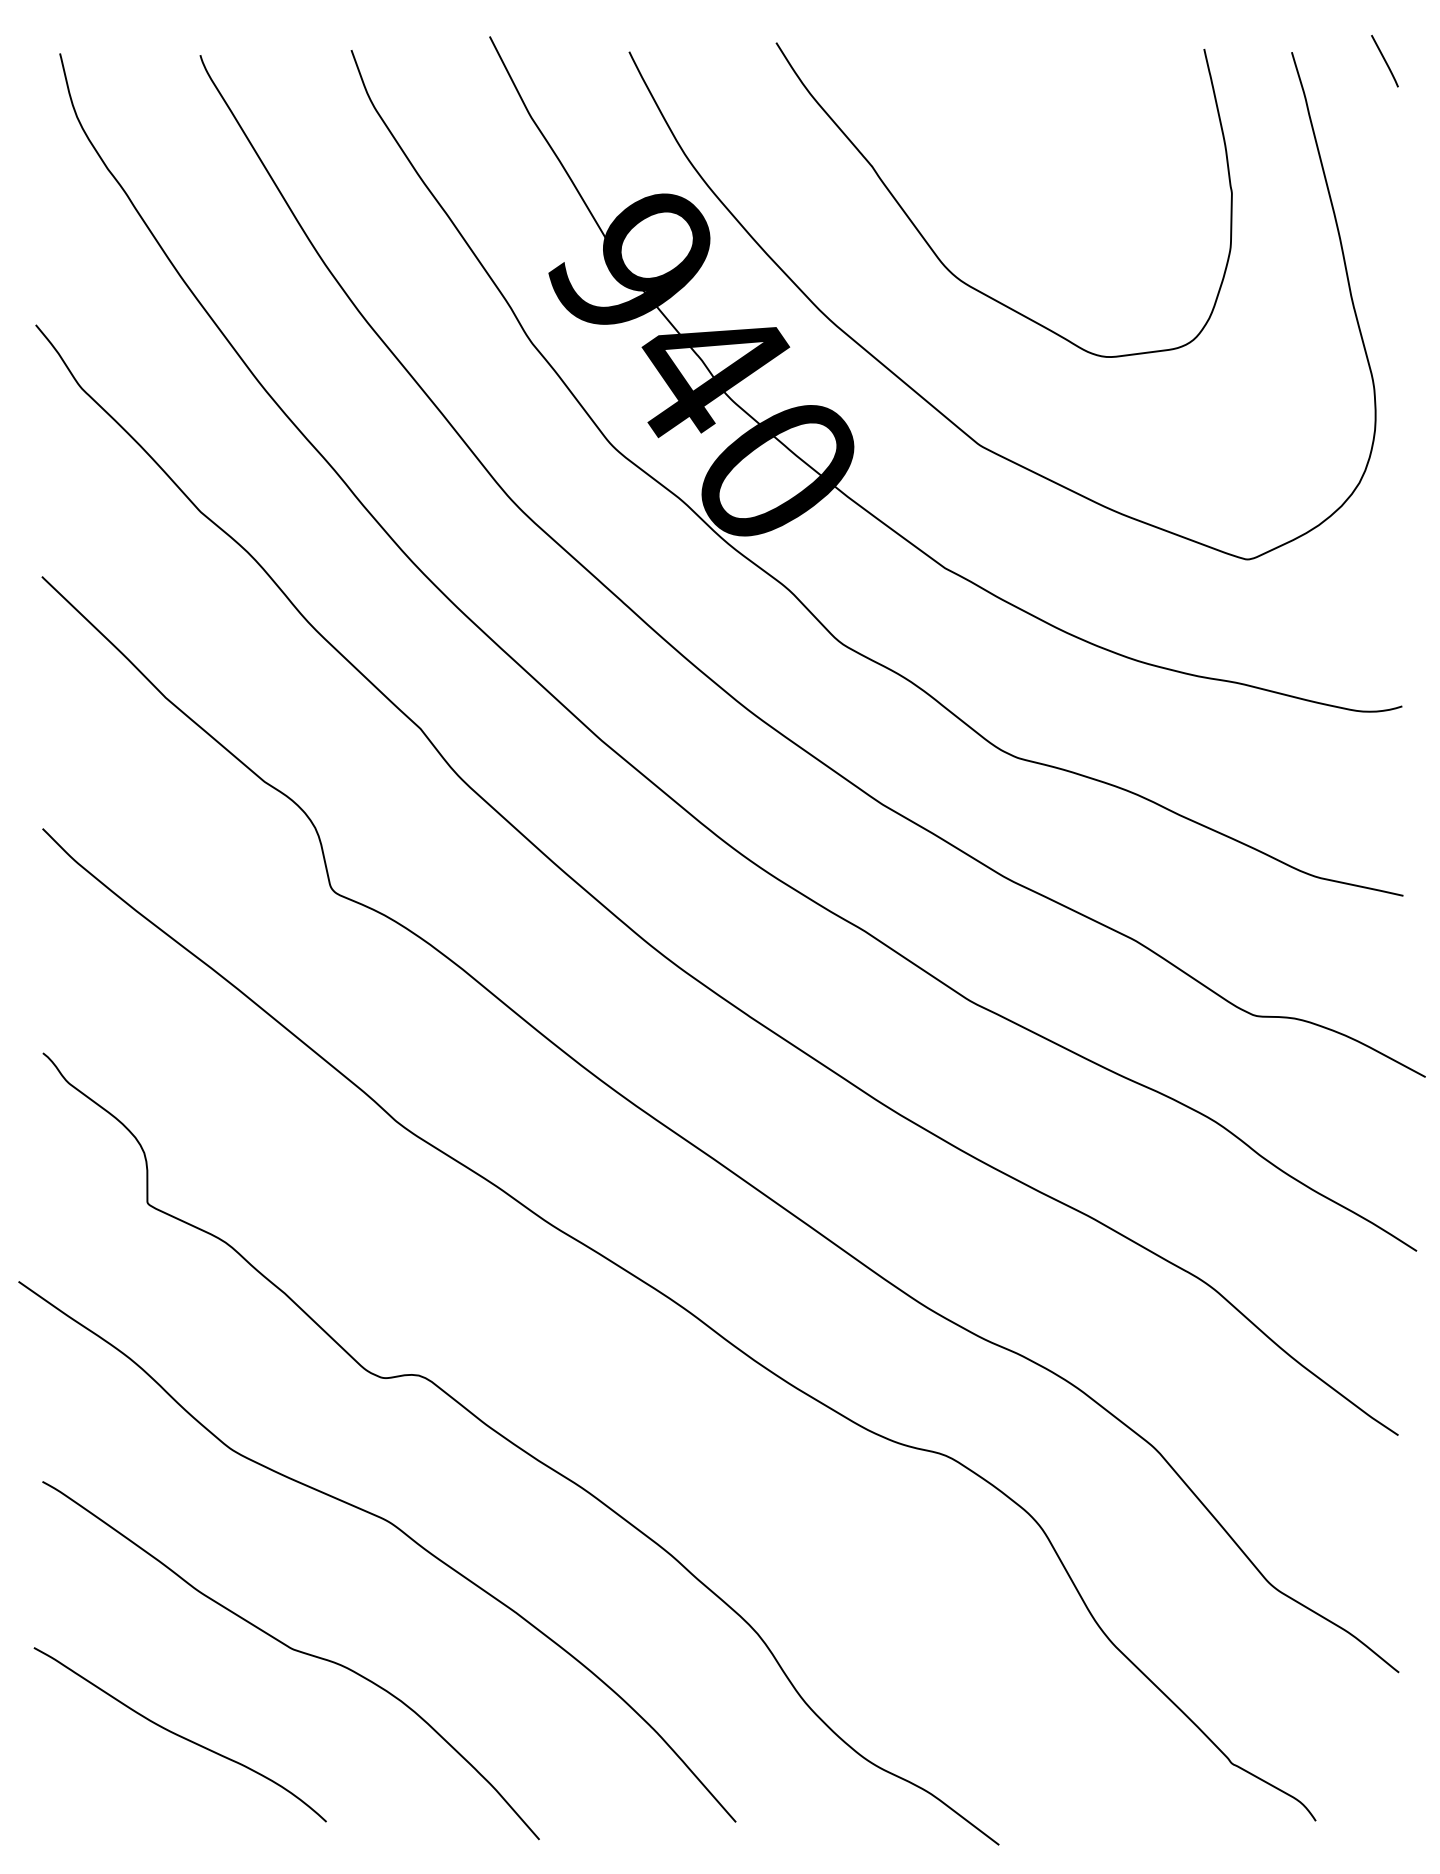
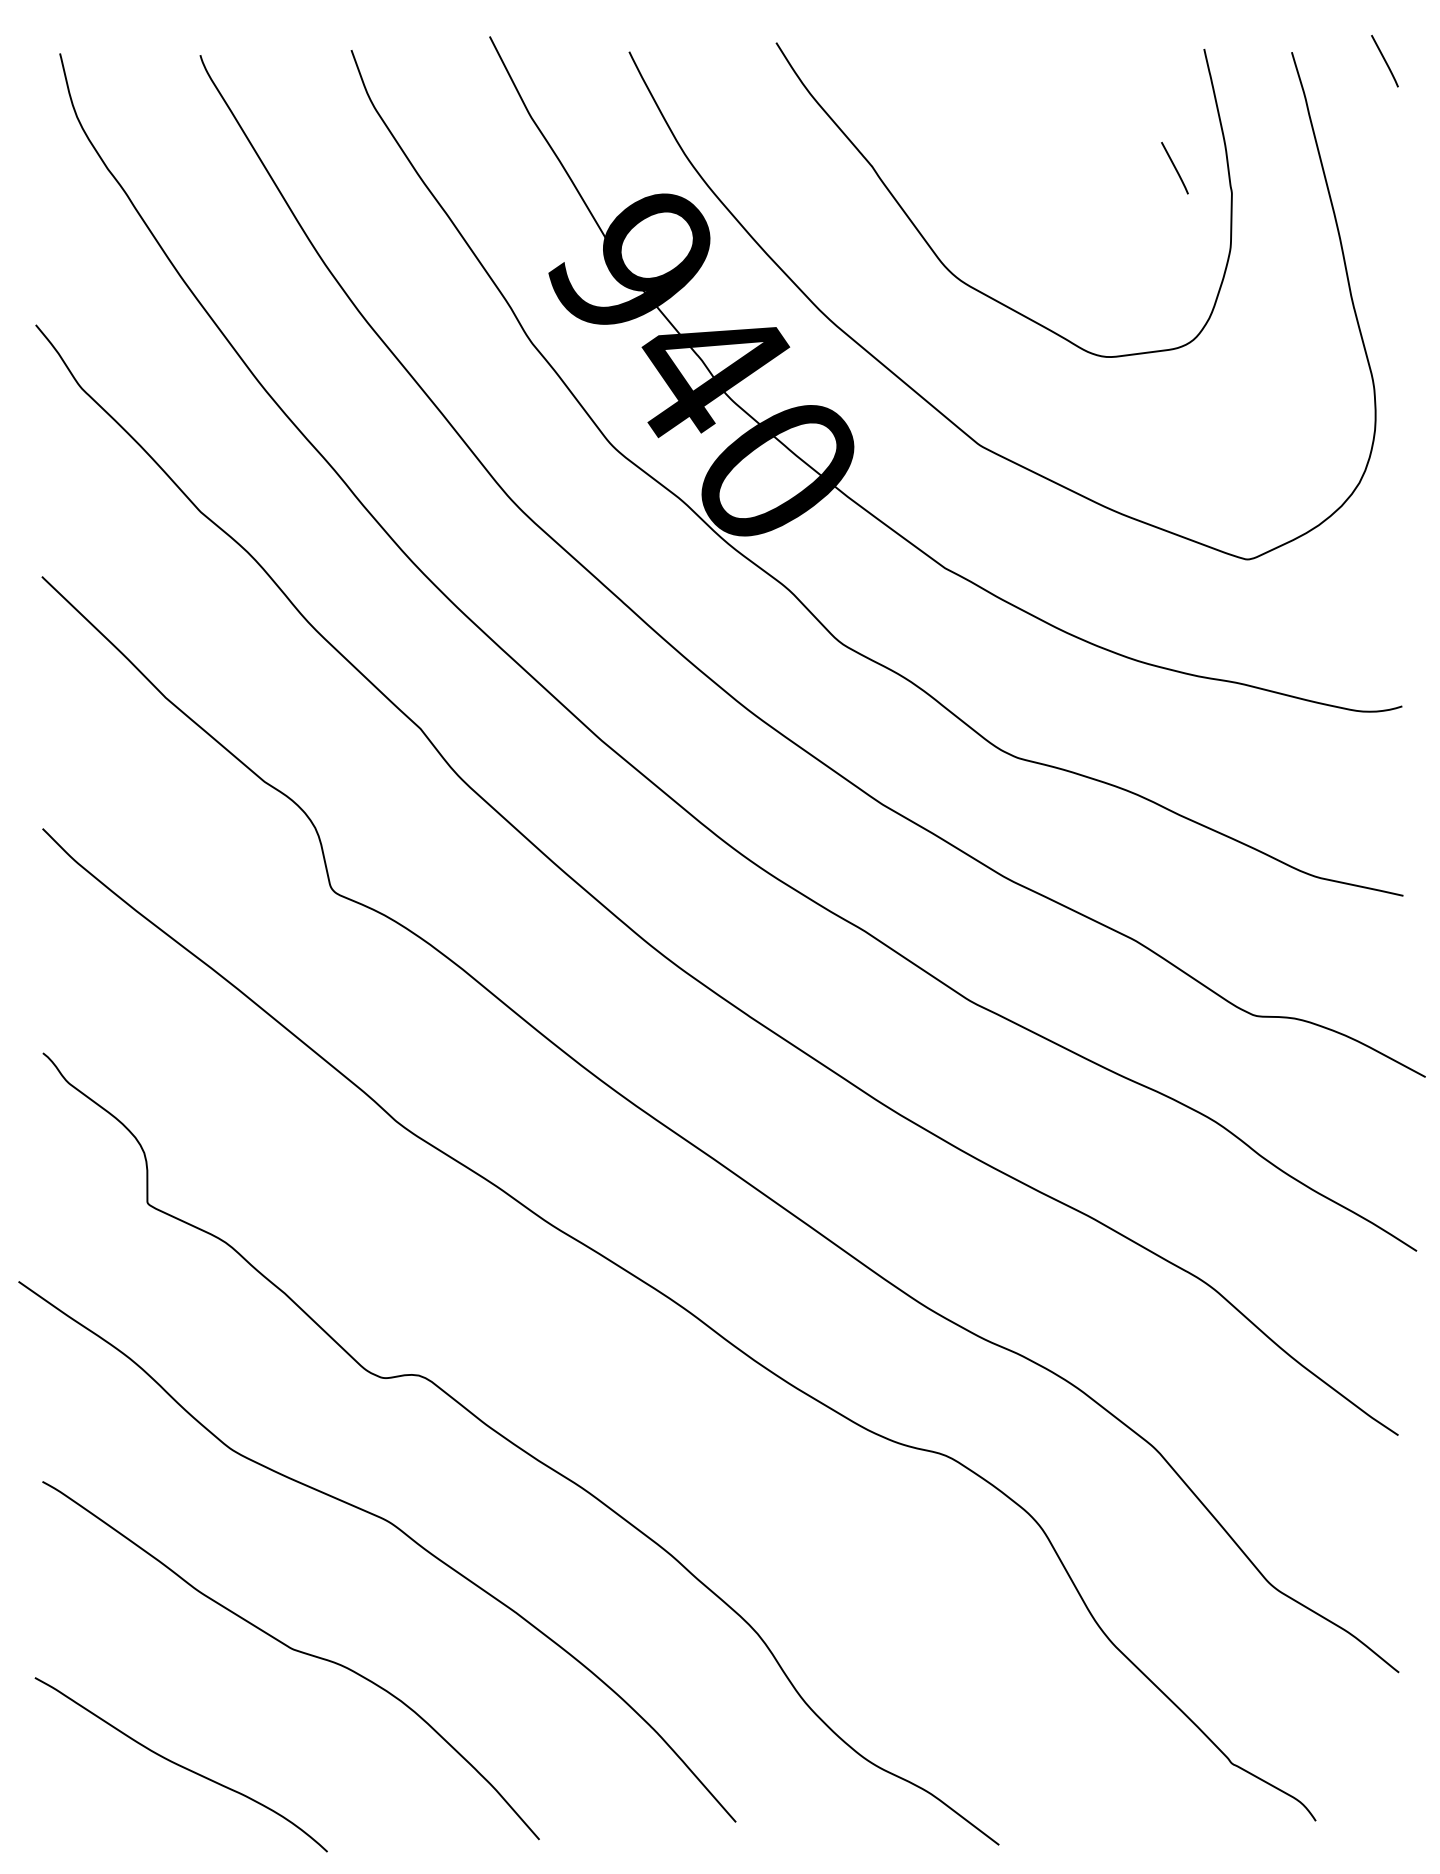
line at (1174, 168): none -> present
curve at (179, 1734) position: (179, 1734) -> (180, 1764)
